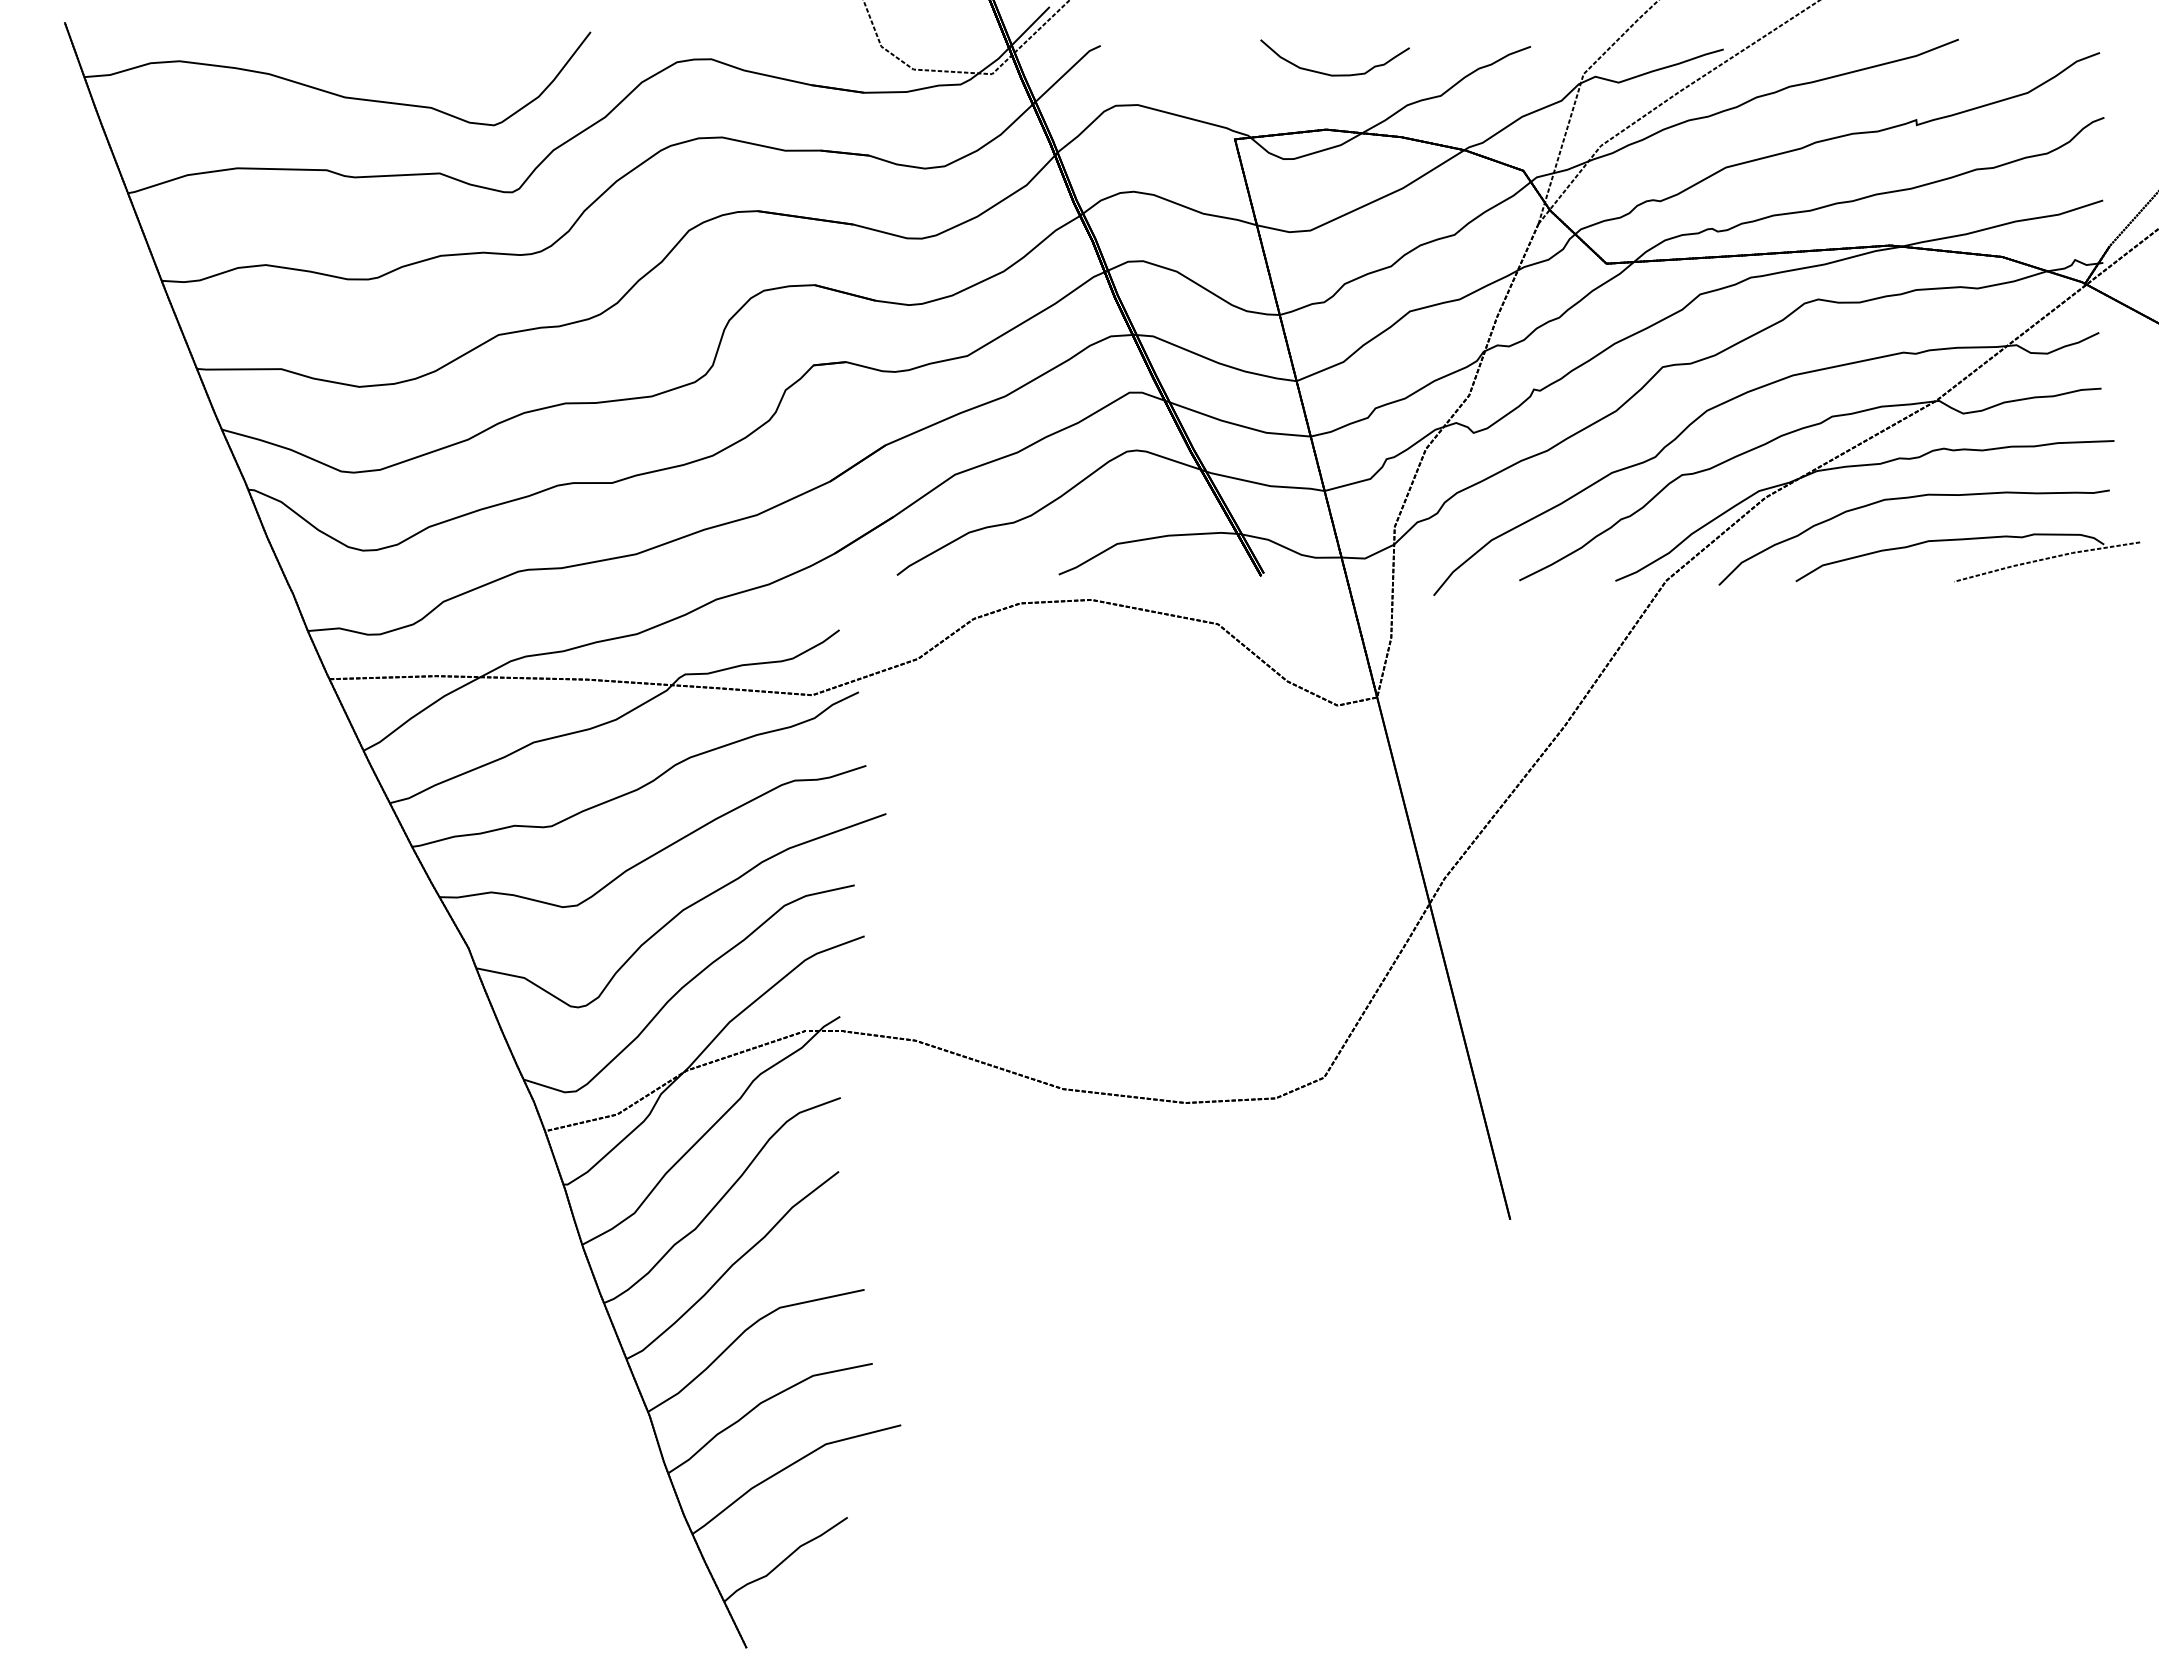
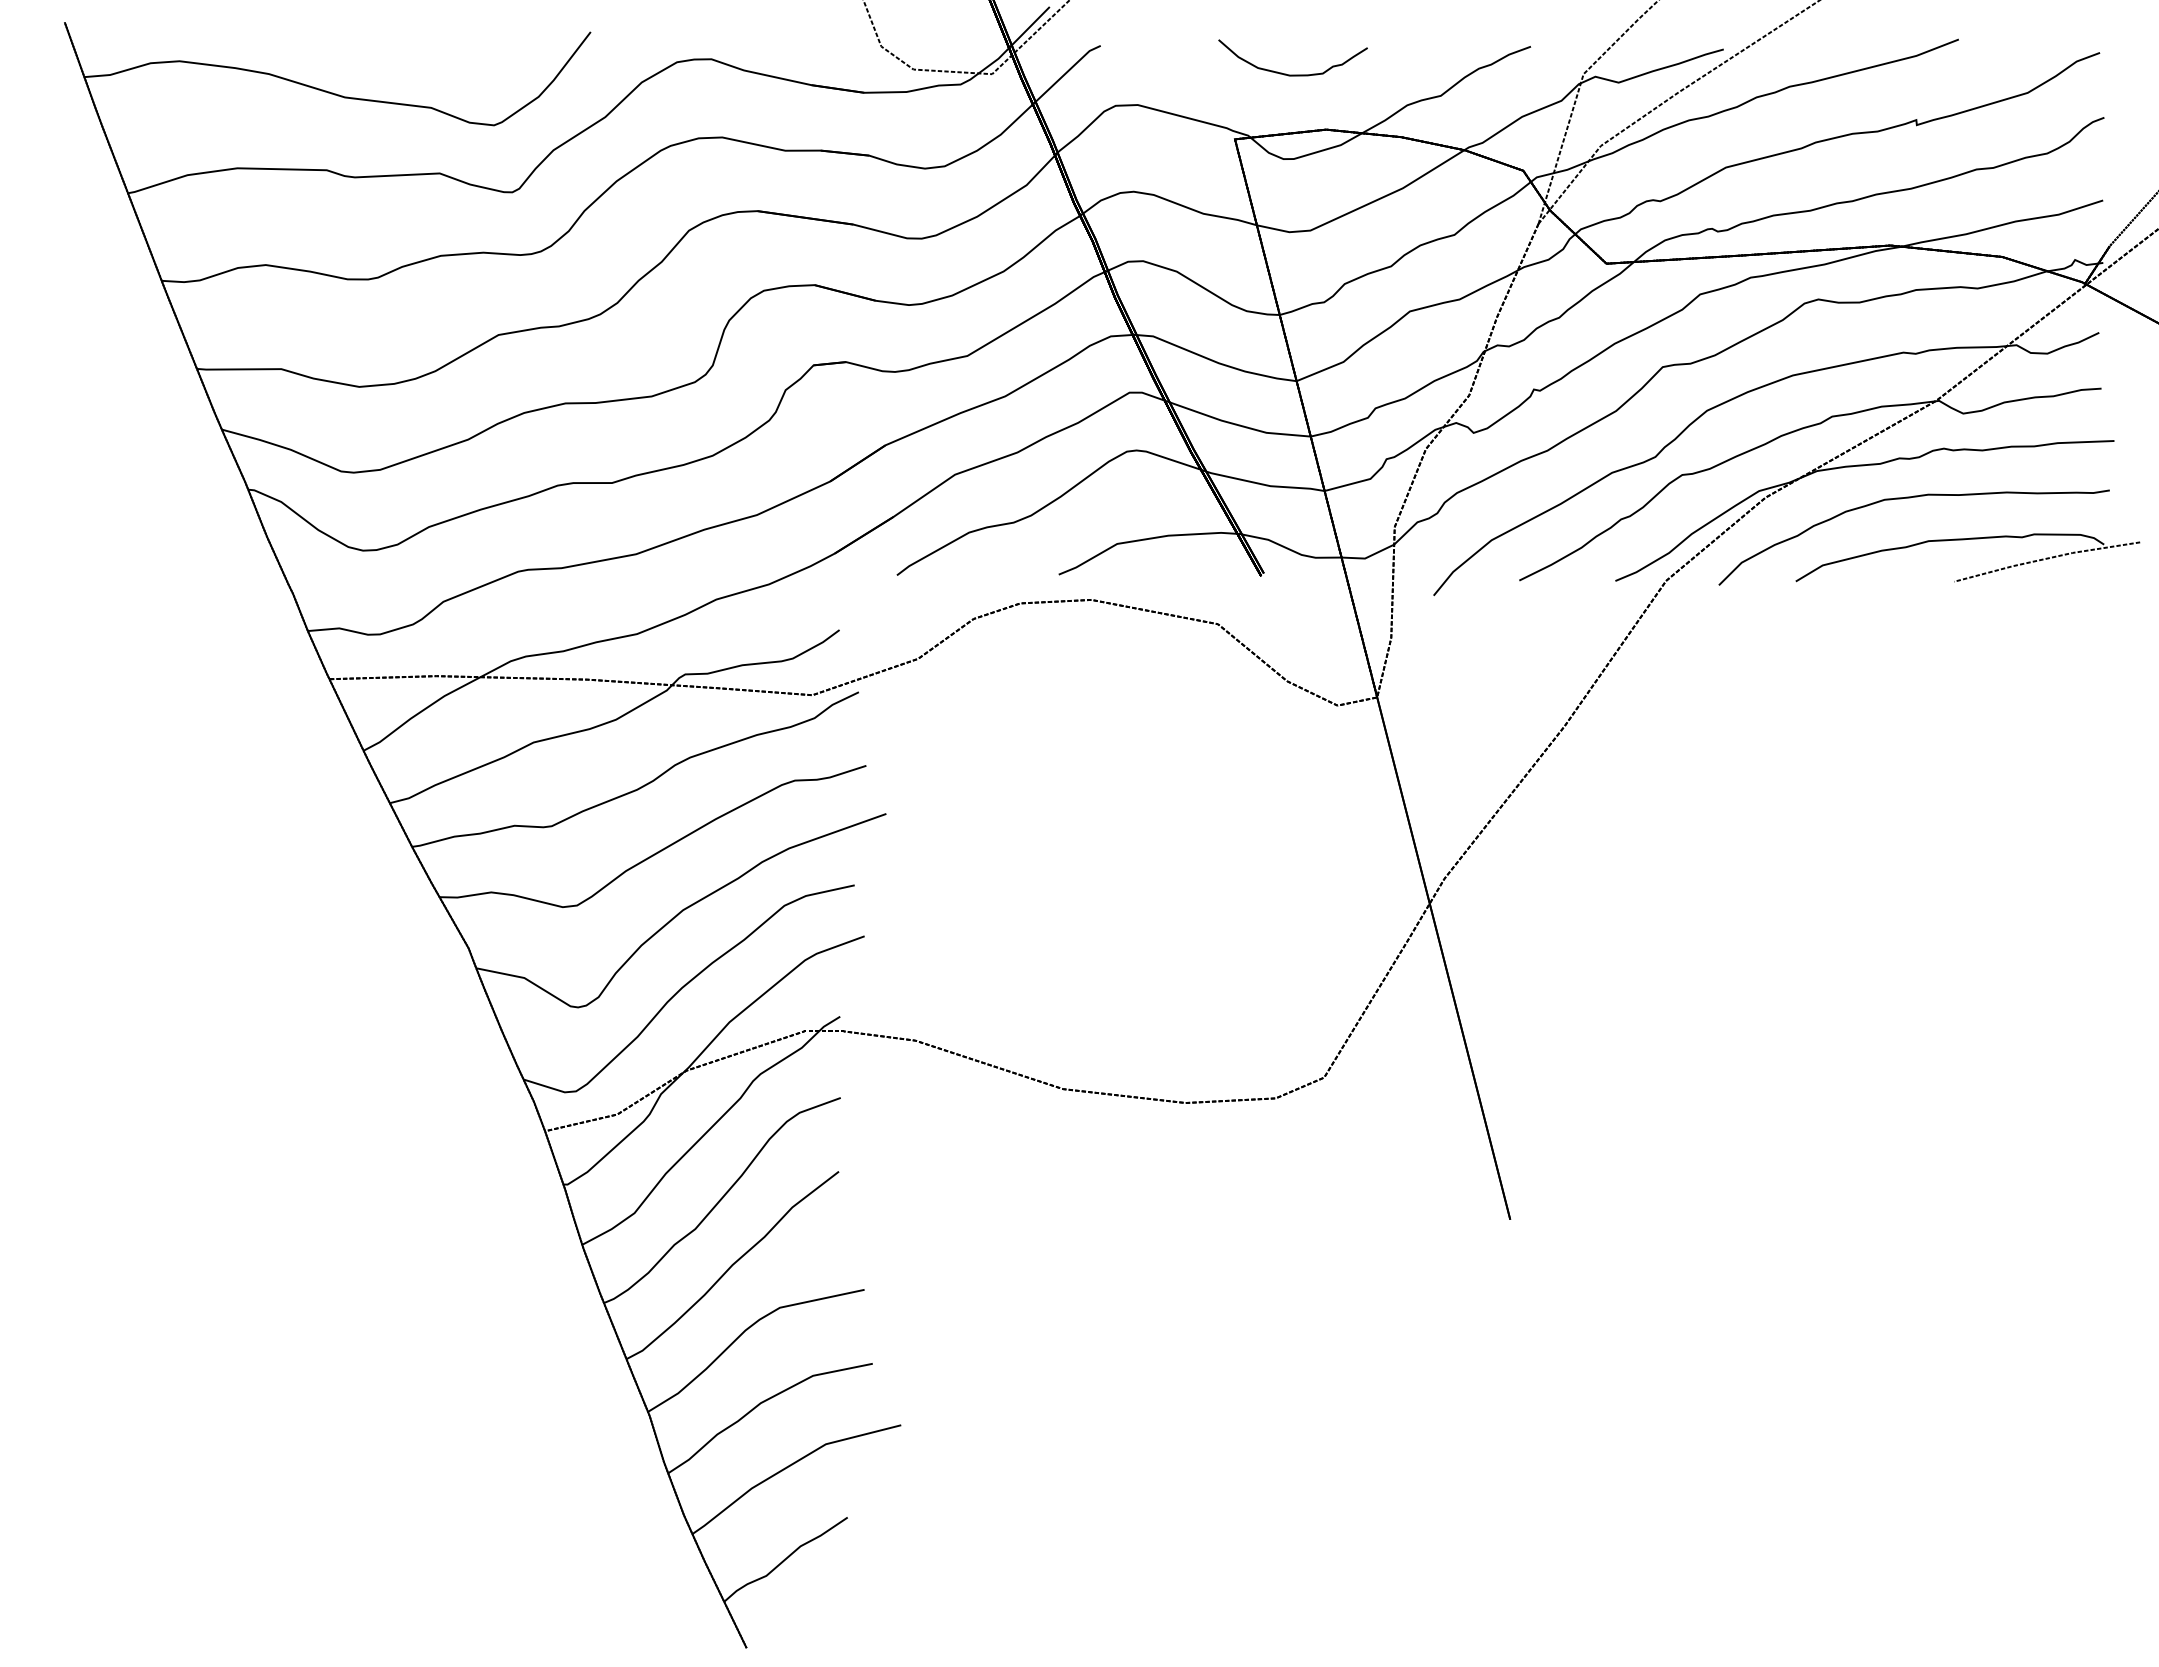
curve at (1334, 74) position: (1334, 74) -> (1292, 74)
